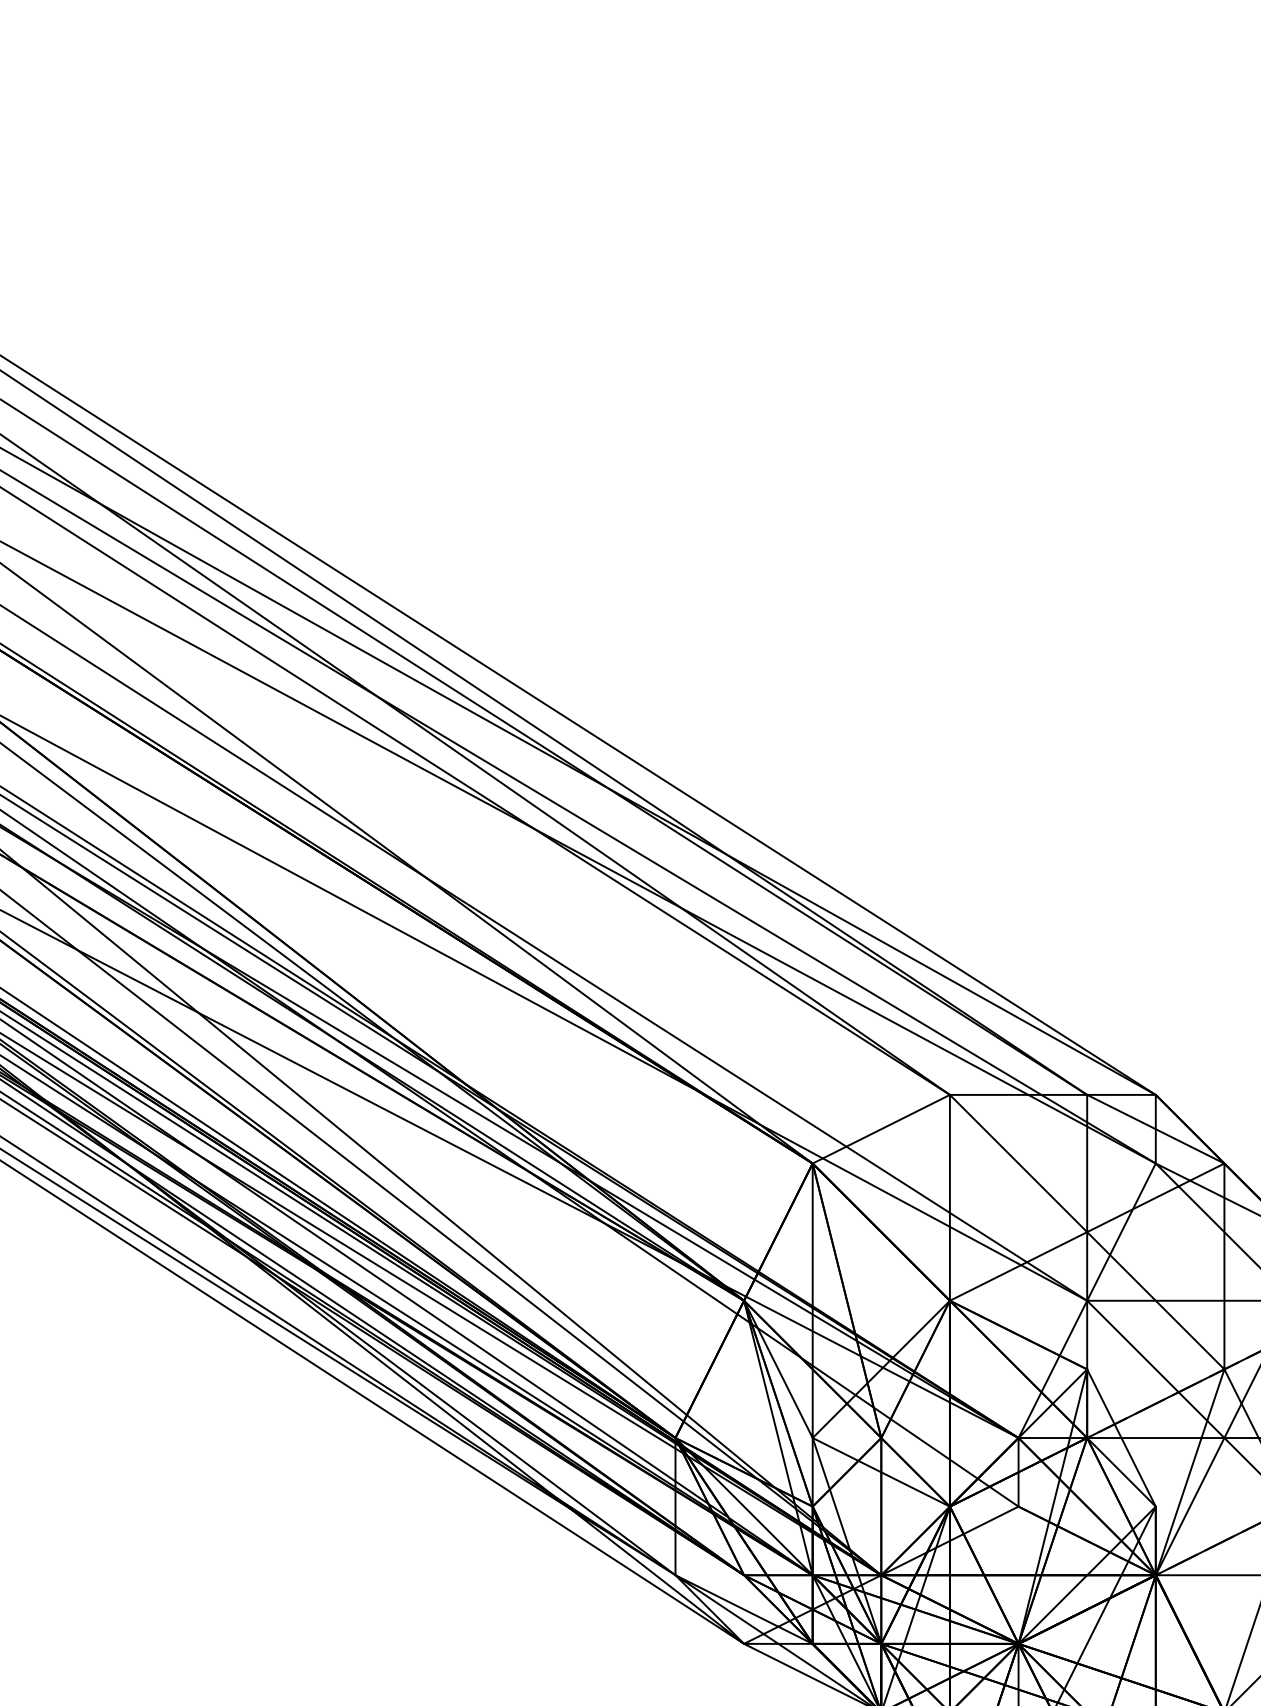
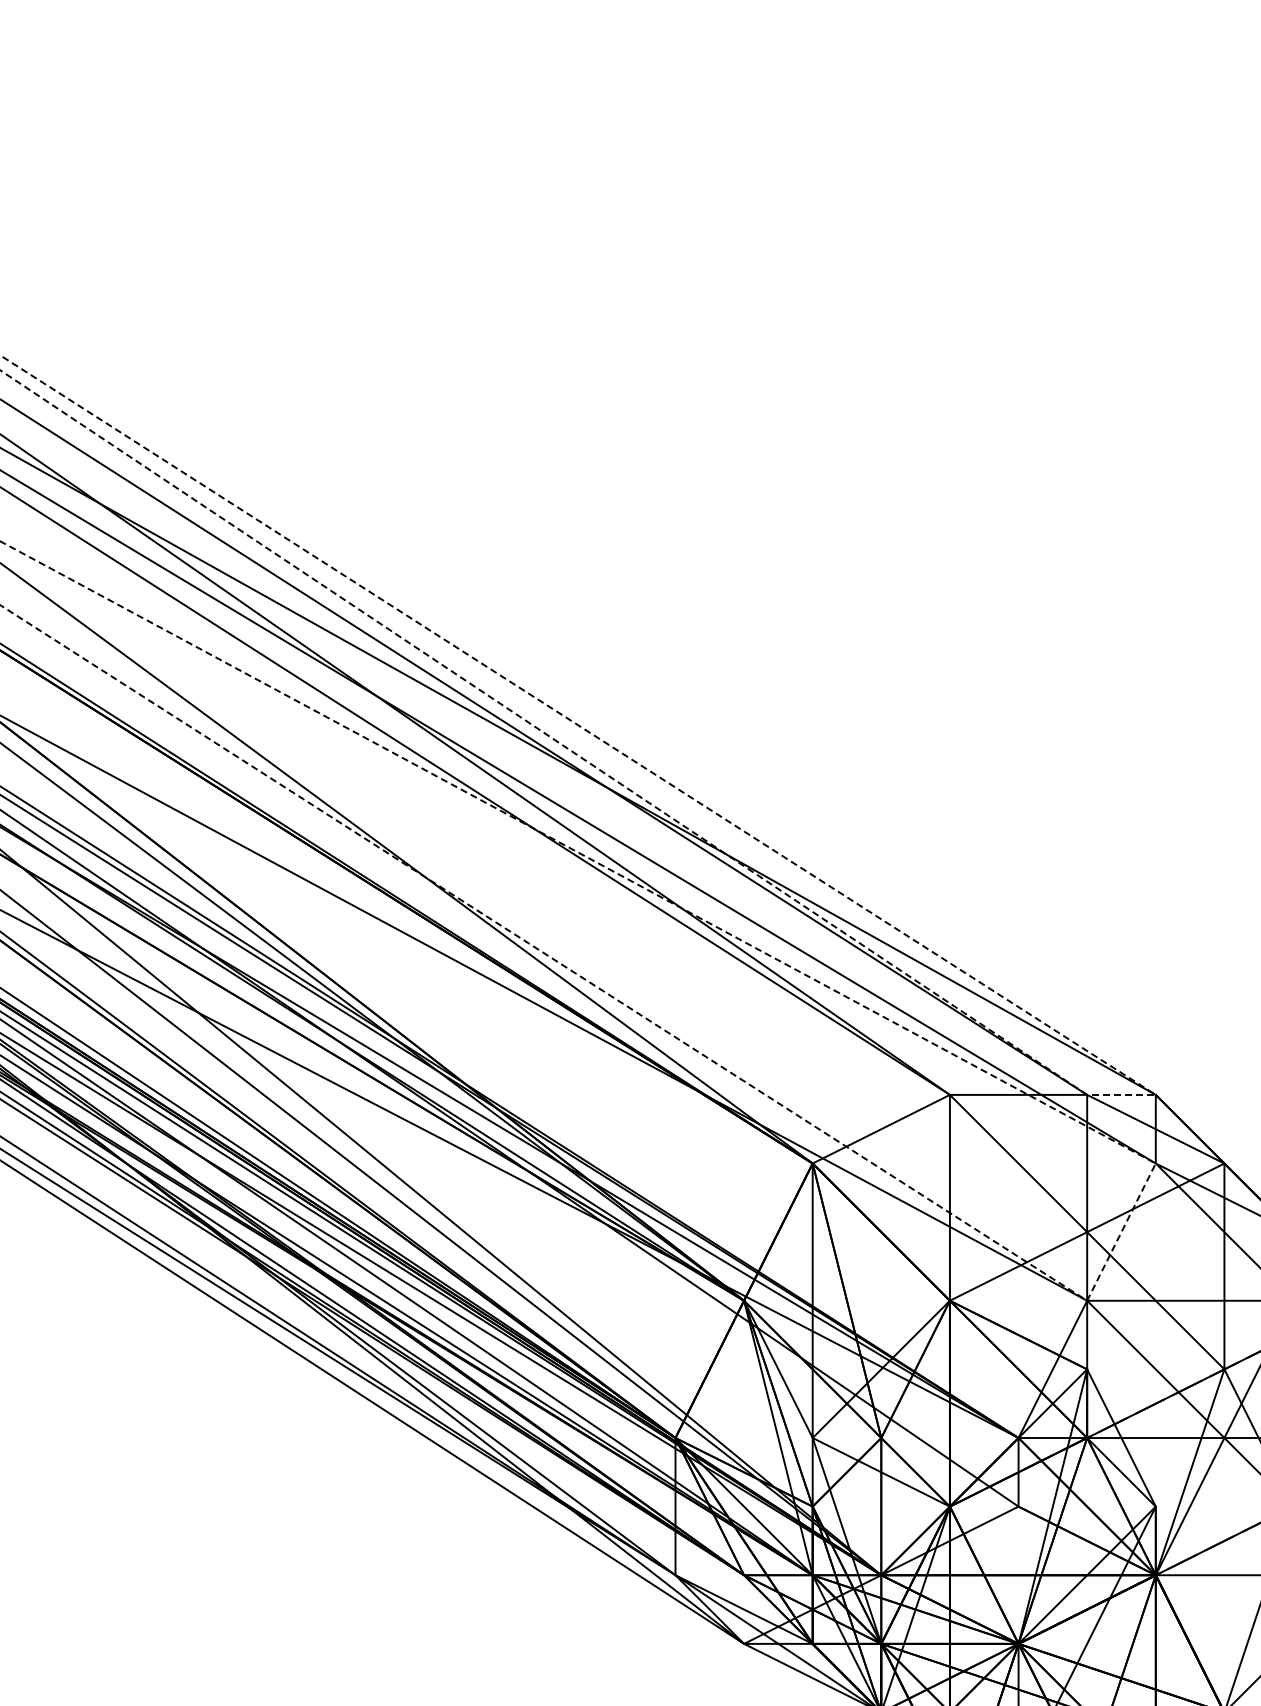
line at (1153, 1094): solid -> dashed
line at (1126, 1222): solid -> dashed
